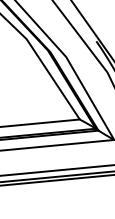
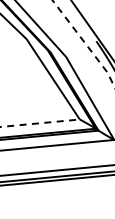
line at (85, 44): solid -> dashed
line at (40, 123): solid -> dashed
